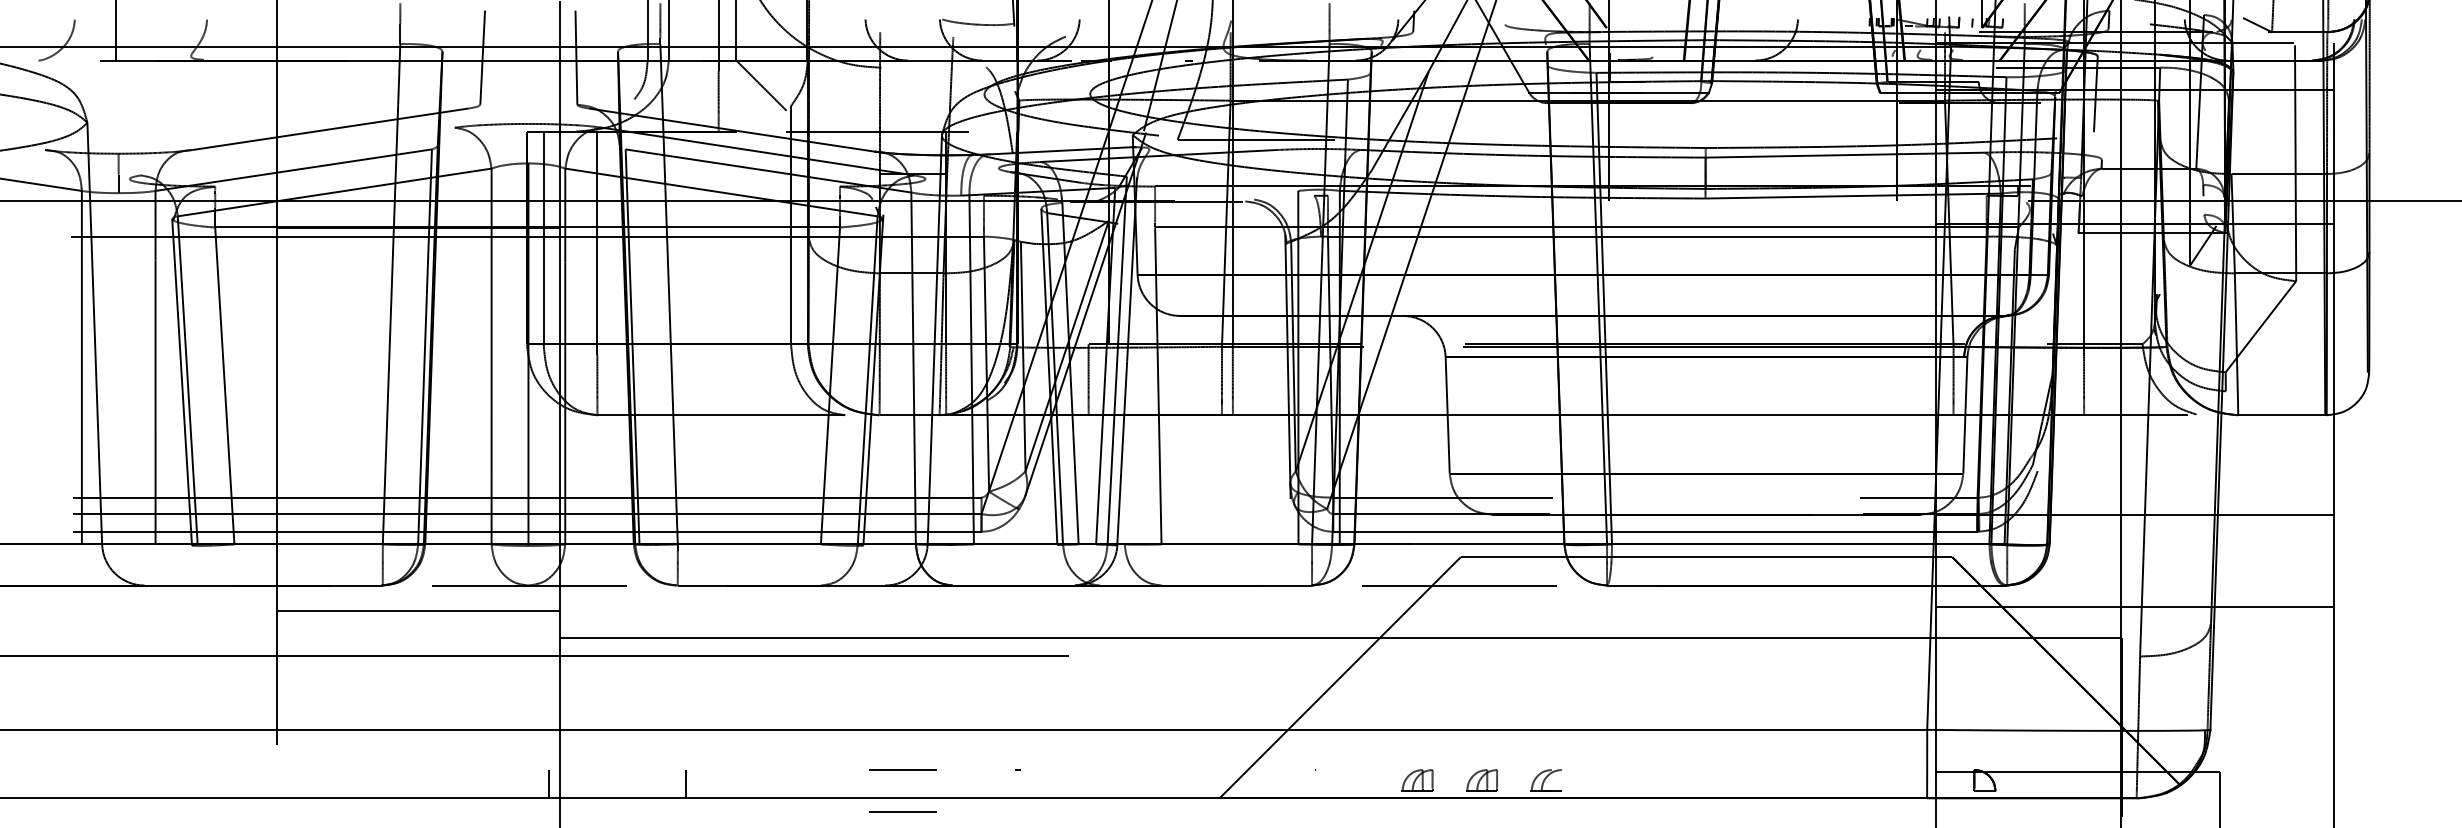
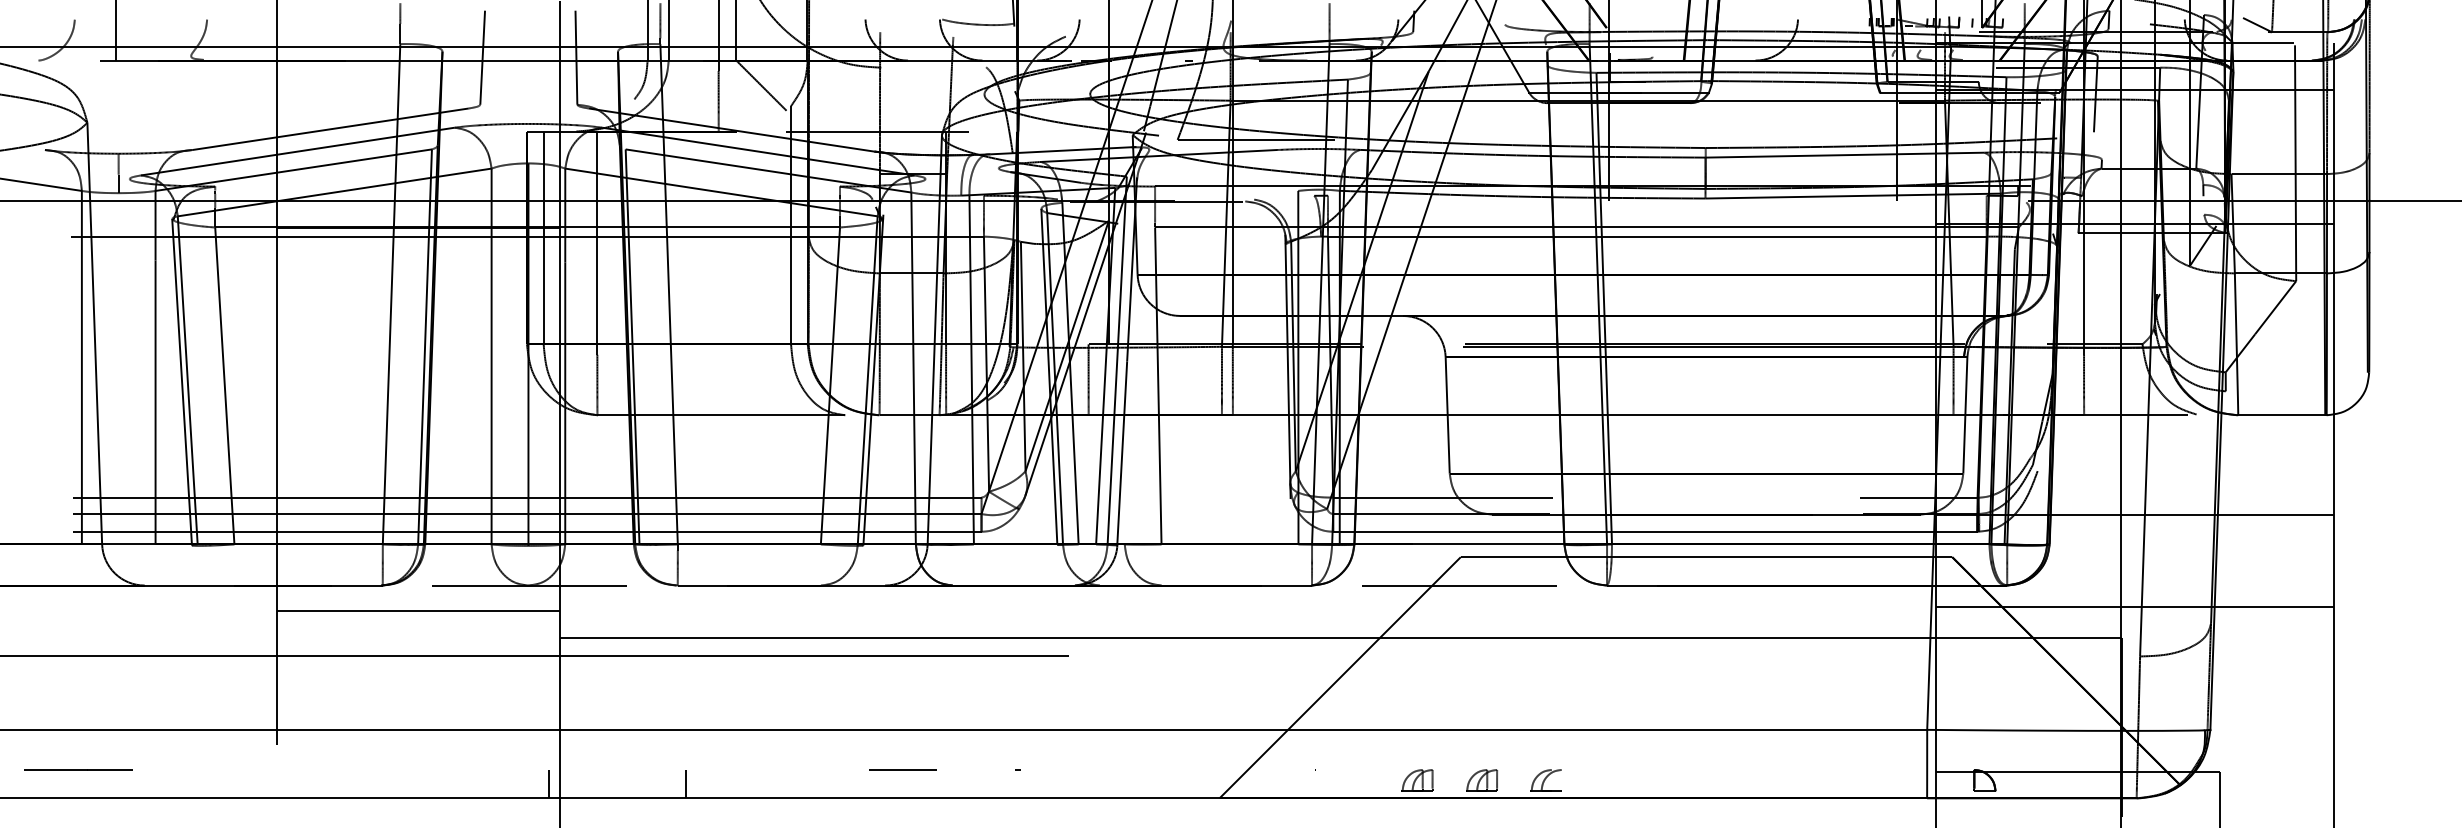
line at (297, 151): none -> present
line at (78, 769): none -> present
line at (902, 811): present -> none
